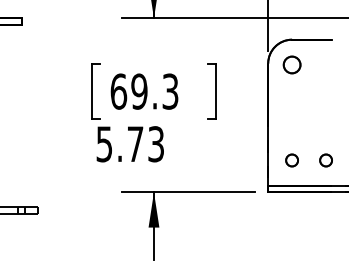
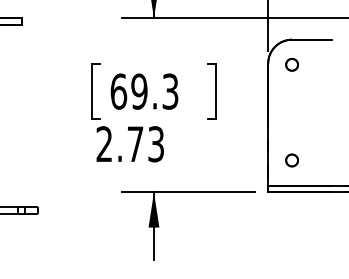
part at (291, 64) size: 20x20 px -> 14x15 px
text at (103, 144): 5.73 -> 2.73
part at (325, 160): present -> none
